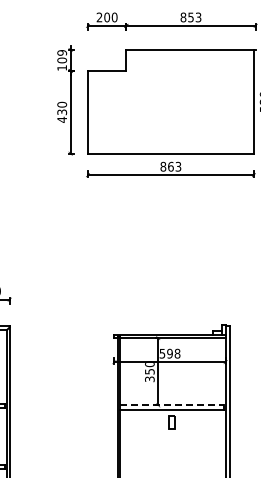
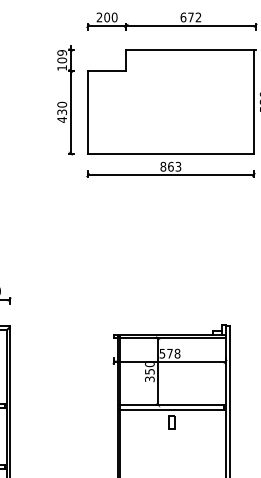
text at (190, 17): 853 -> 672
text at (169, 353): 598 -> 578
line at (172, 405): dashed -> solid
